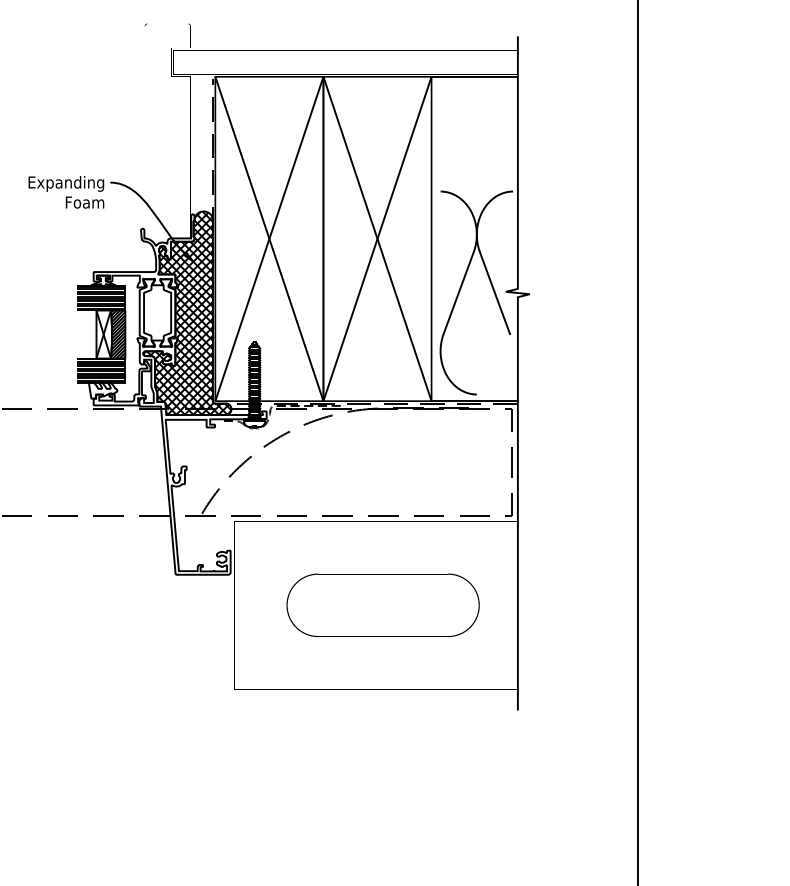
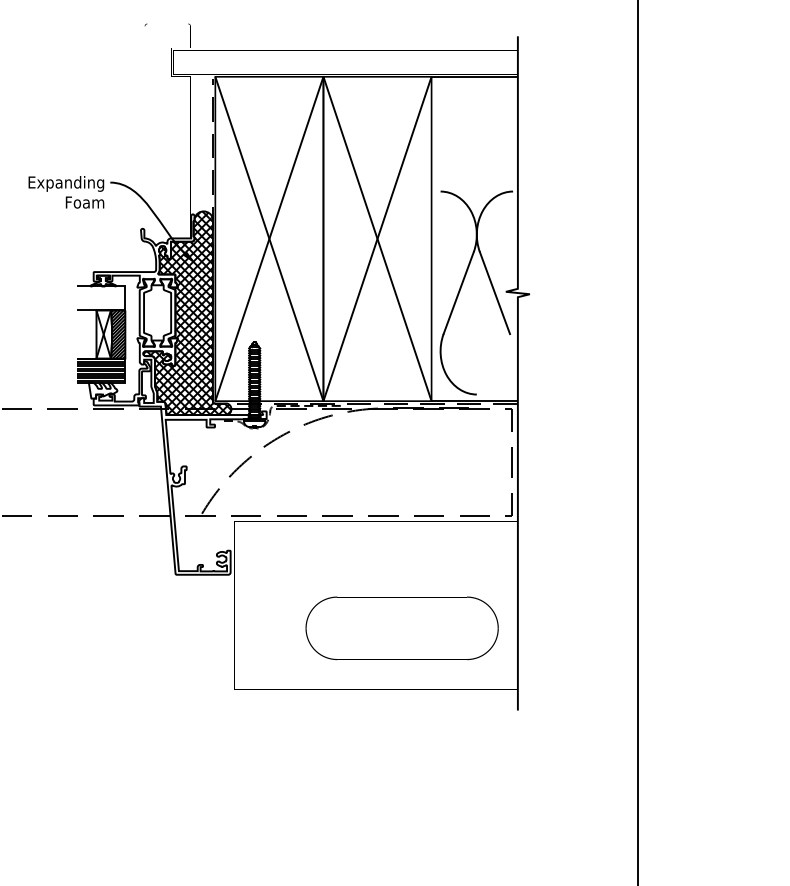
hatch at (101, 297): present -> none
part at (382, 605) position: (382, 605) -> (401, 628)
